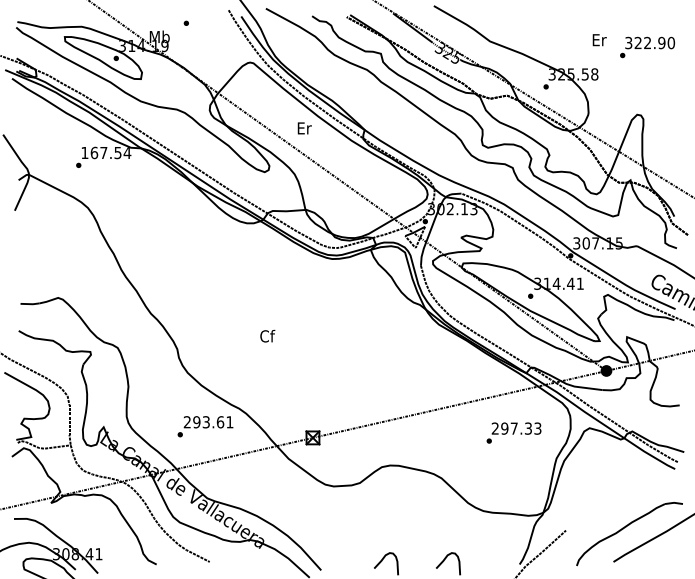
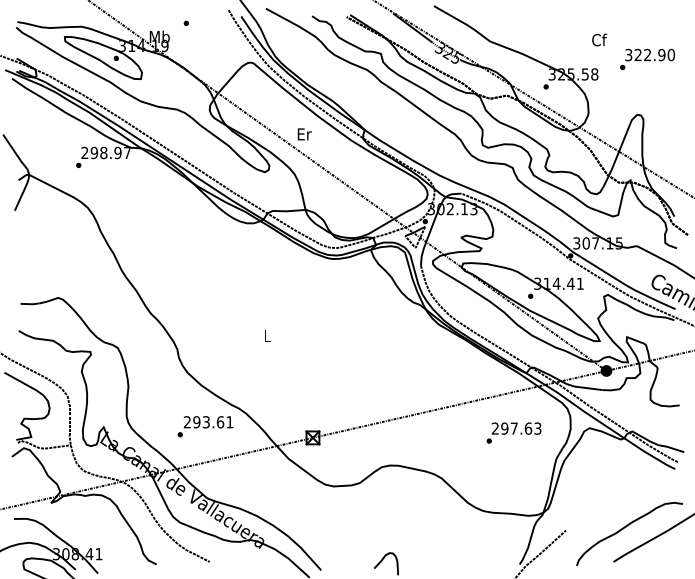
text at (599, 39): Er -> Cf
text at (647, 47) position: (647, 47) -> (647, 59)
text at (304, 128) position: (304, 128) -> (304, 134)
text at (106, 152): 167.54 -> 298.97
text at (267, 335): Cf -> L
text at (528, 428): 297.33 -> 297.63
curve at (444, 561): present -> none
